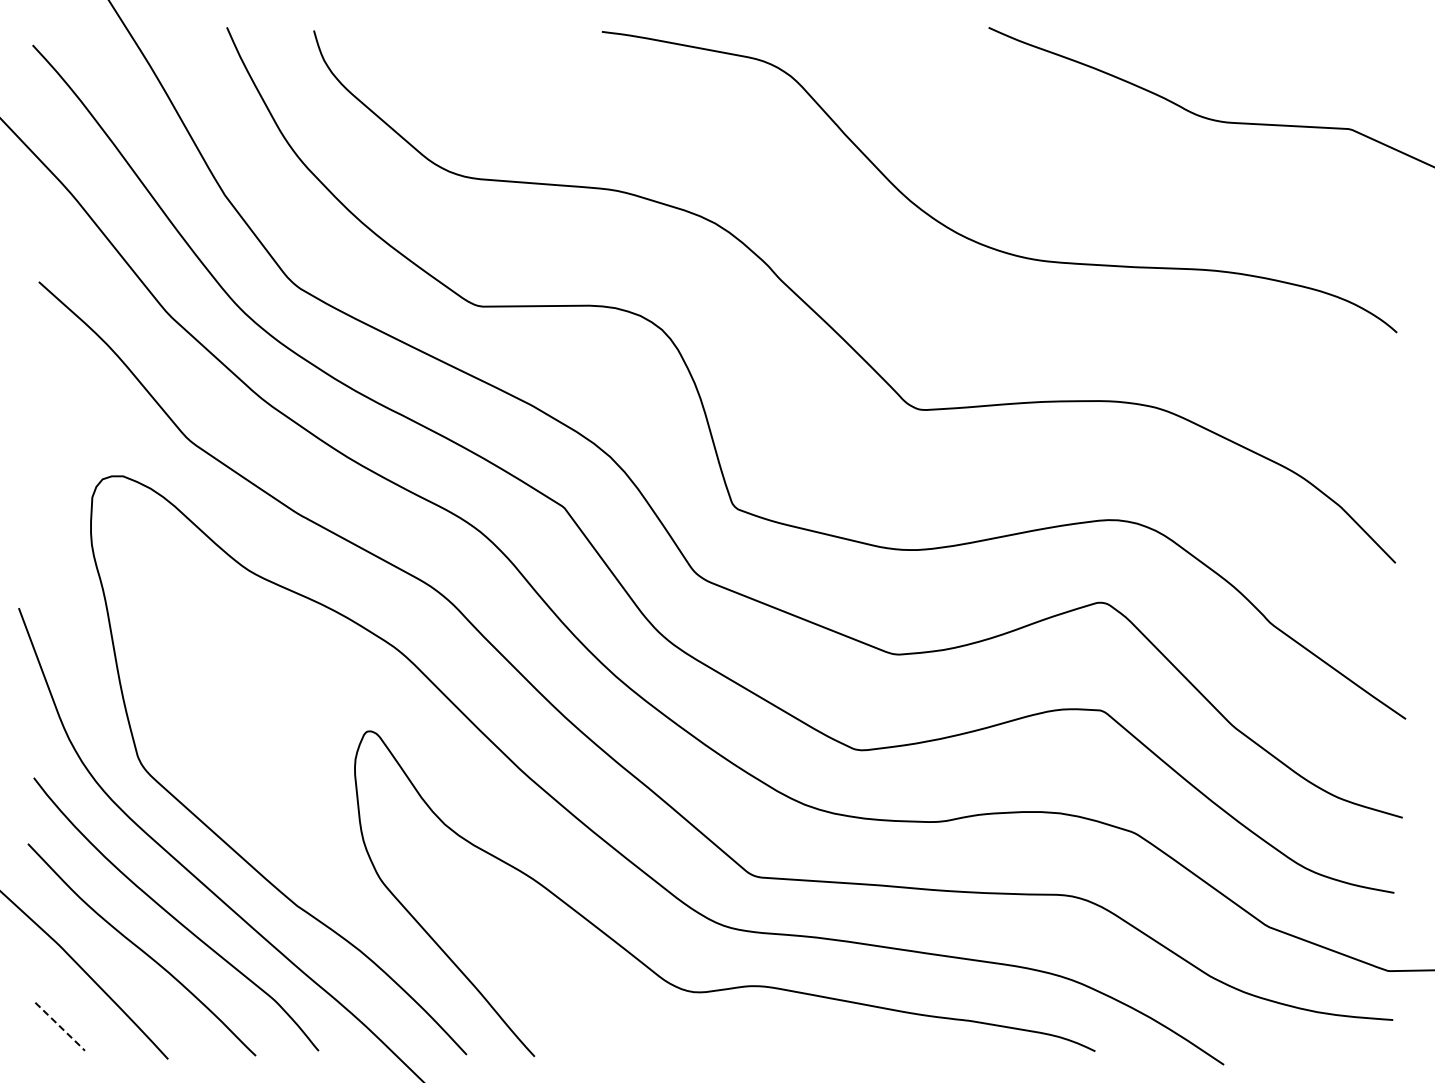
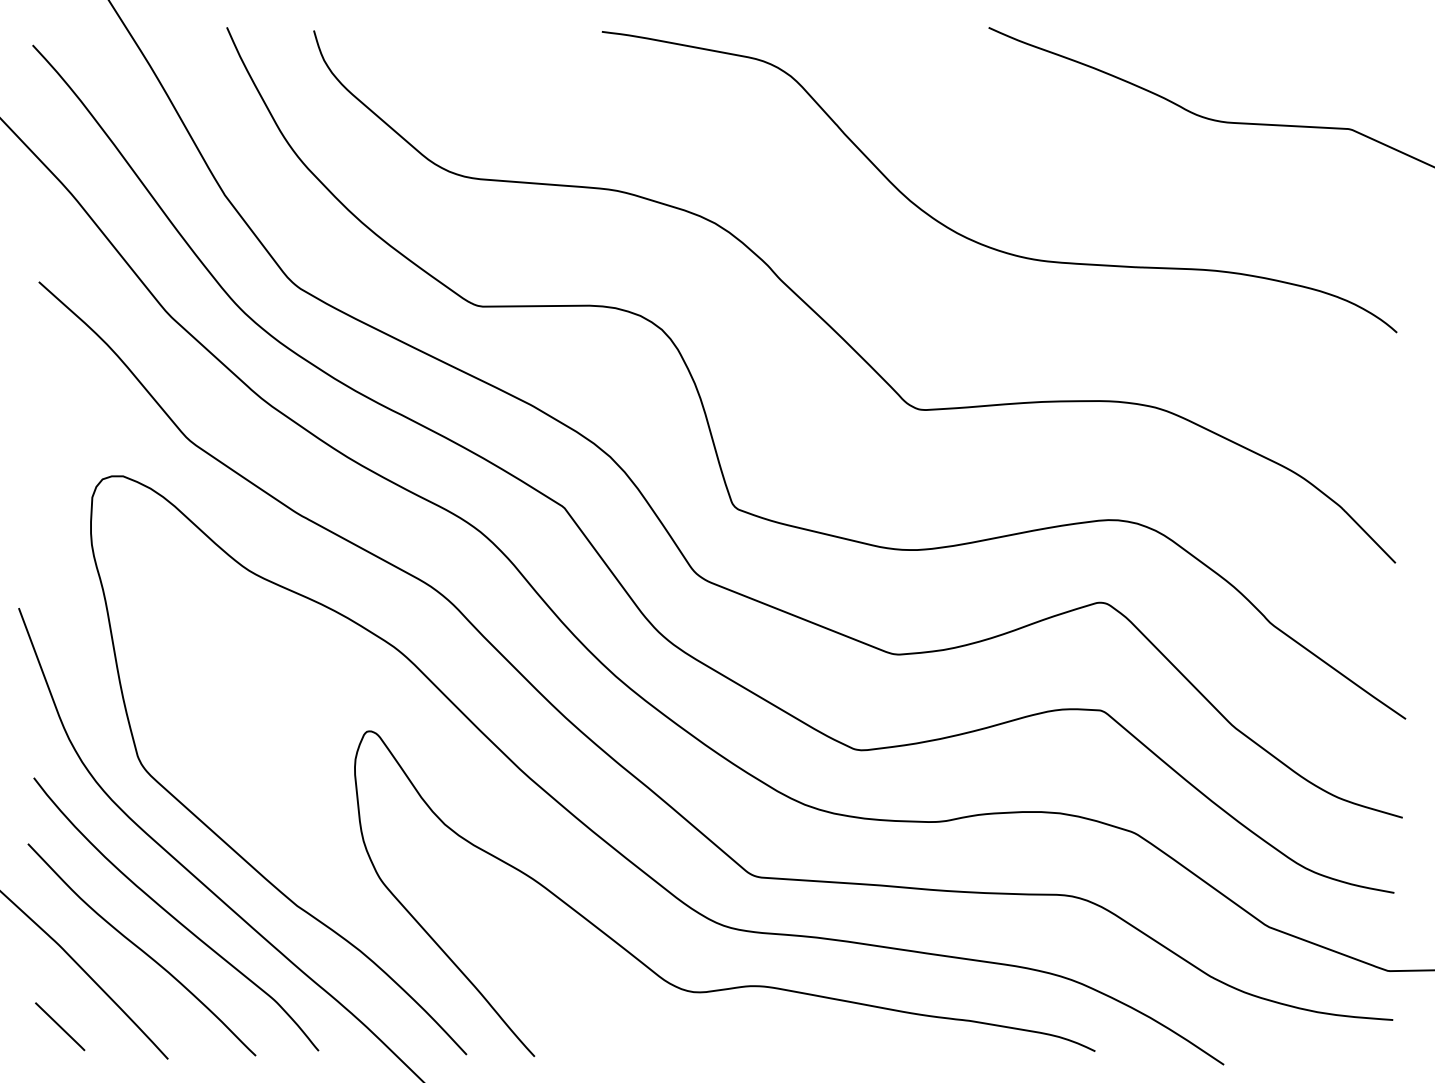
line at (60, 1027): dashed -> solid
